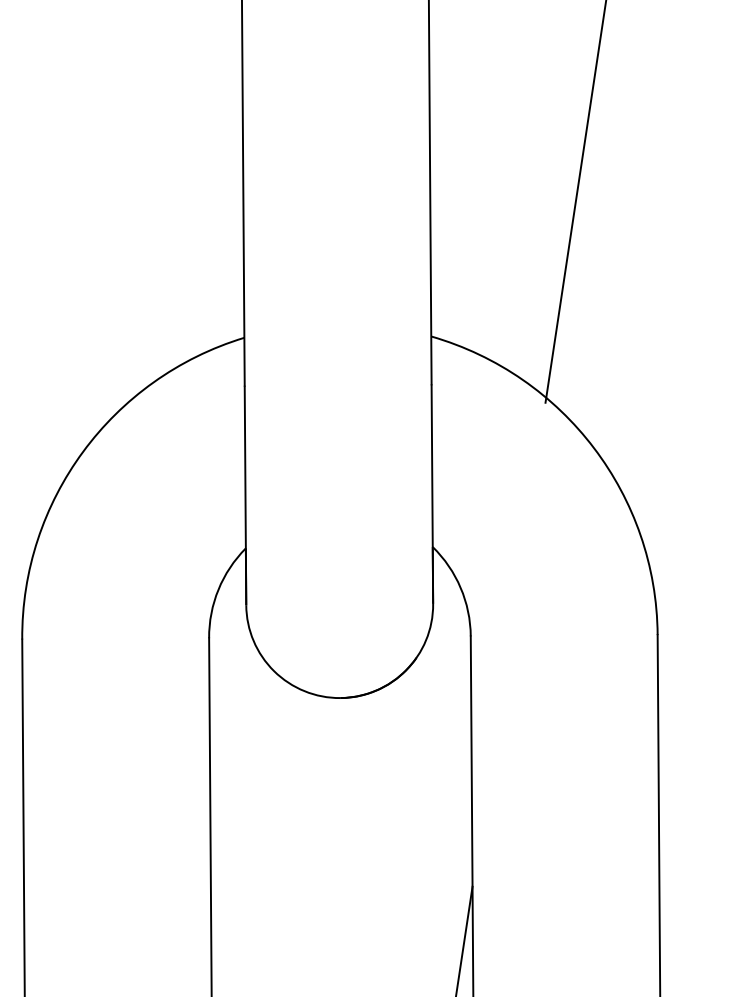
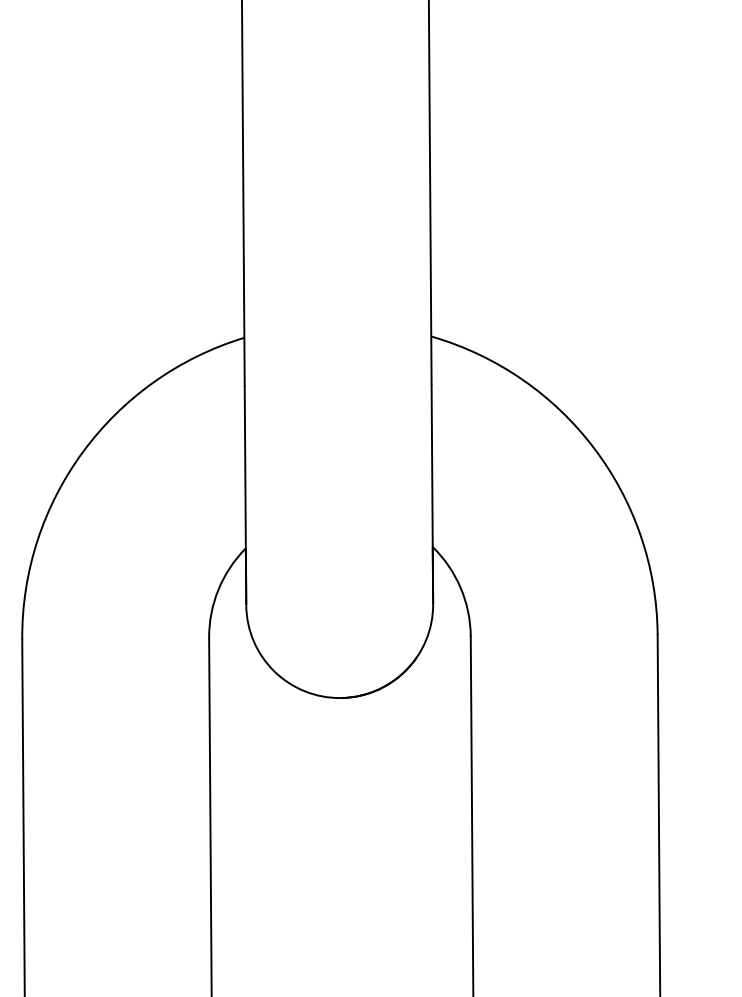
line at (575, 202): present -> none
line at (464, 939): present -> none
